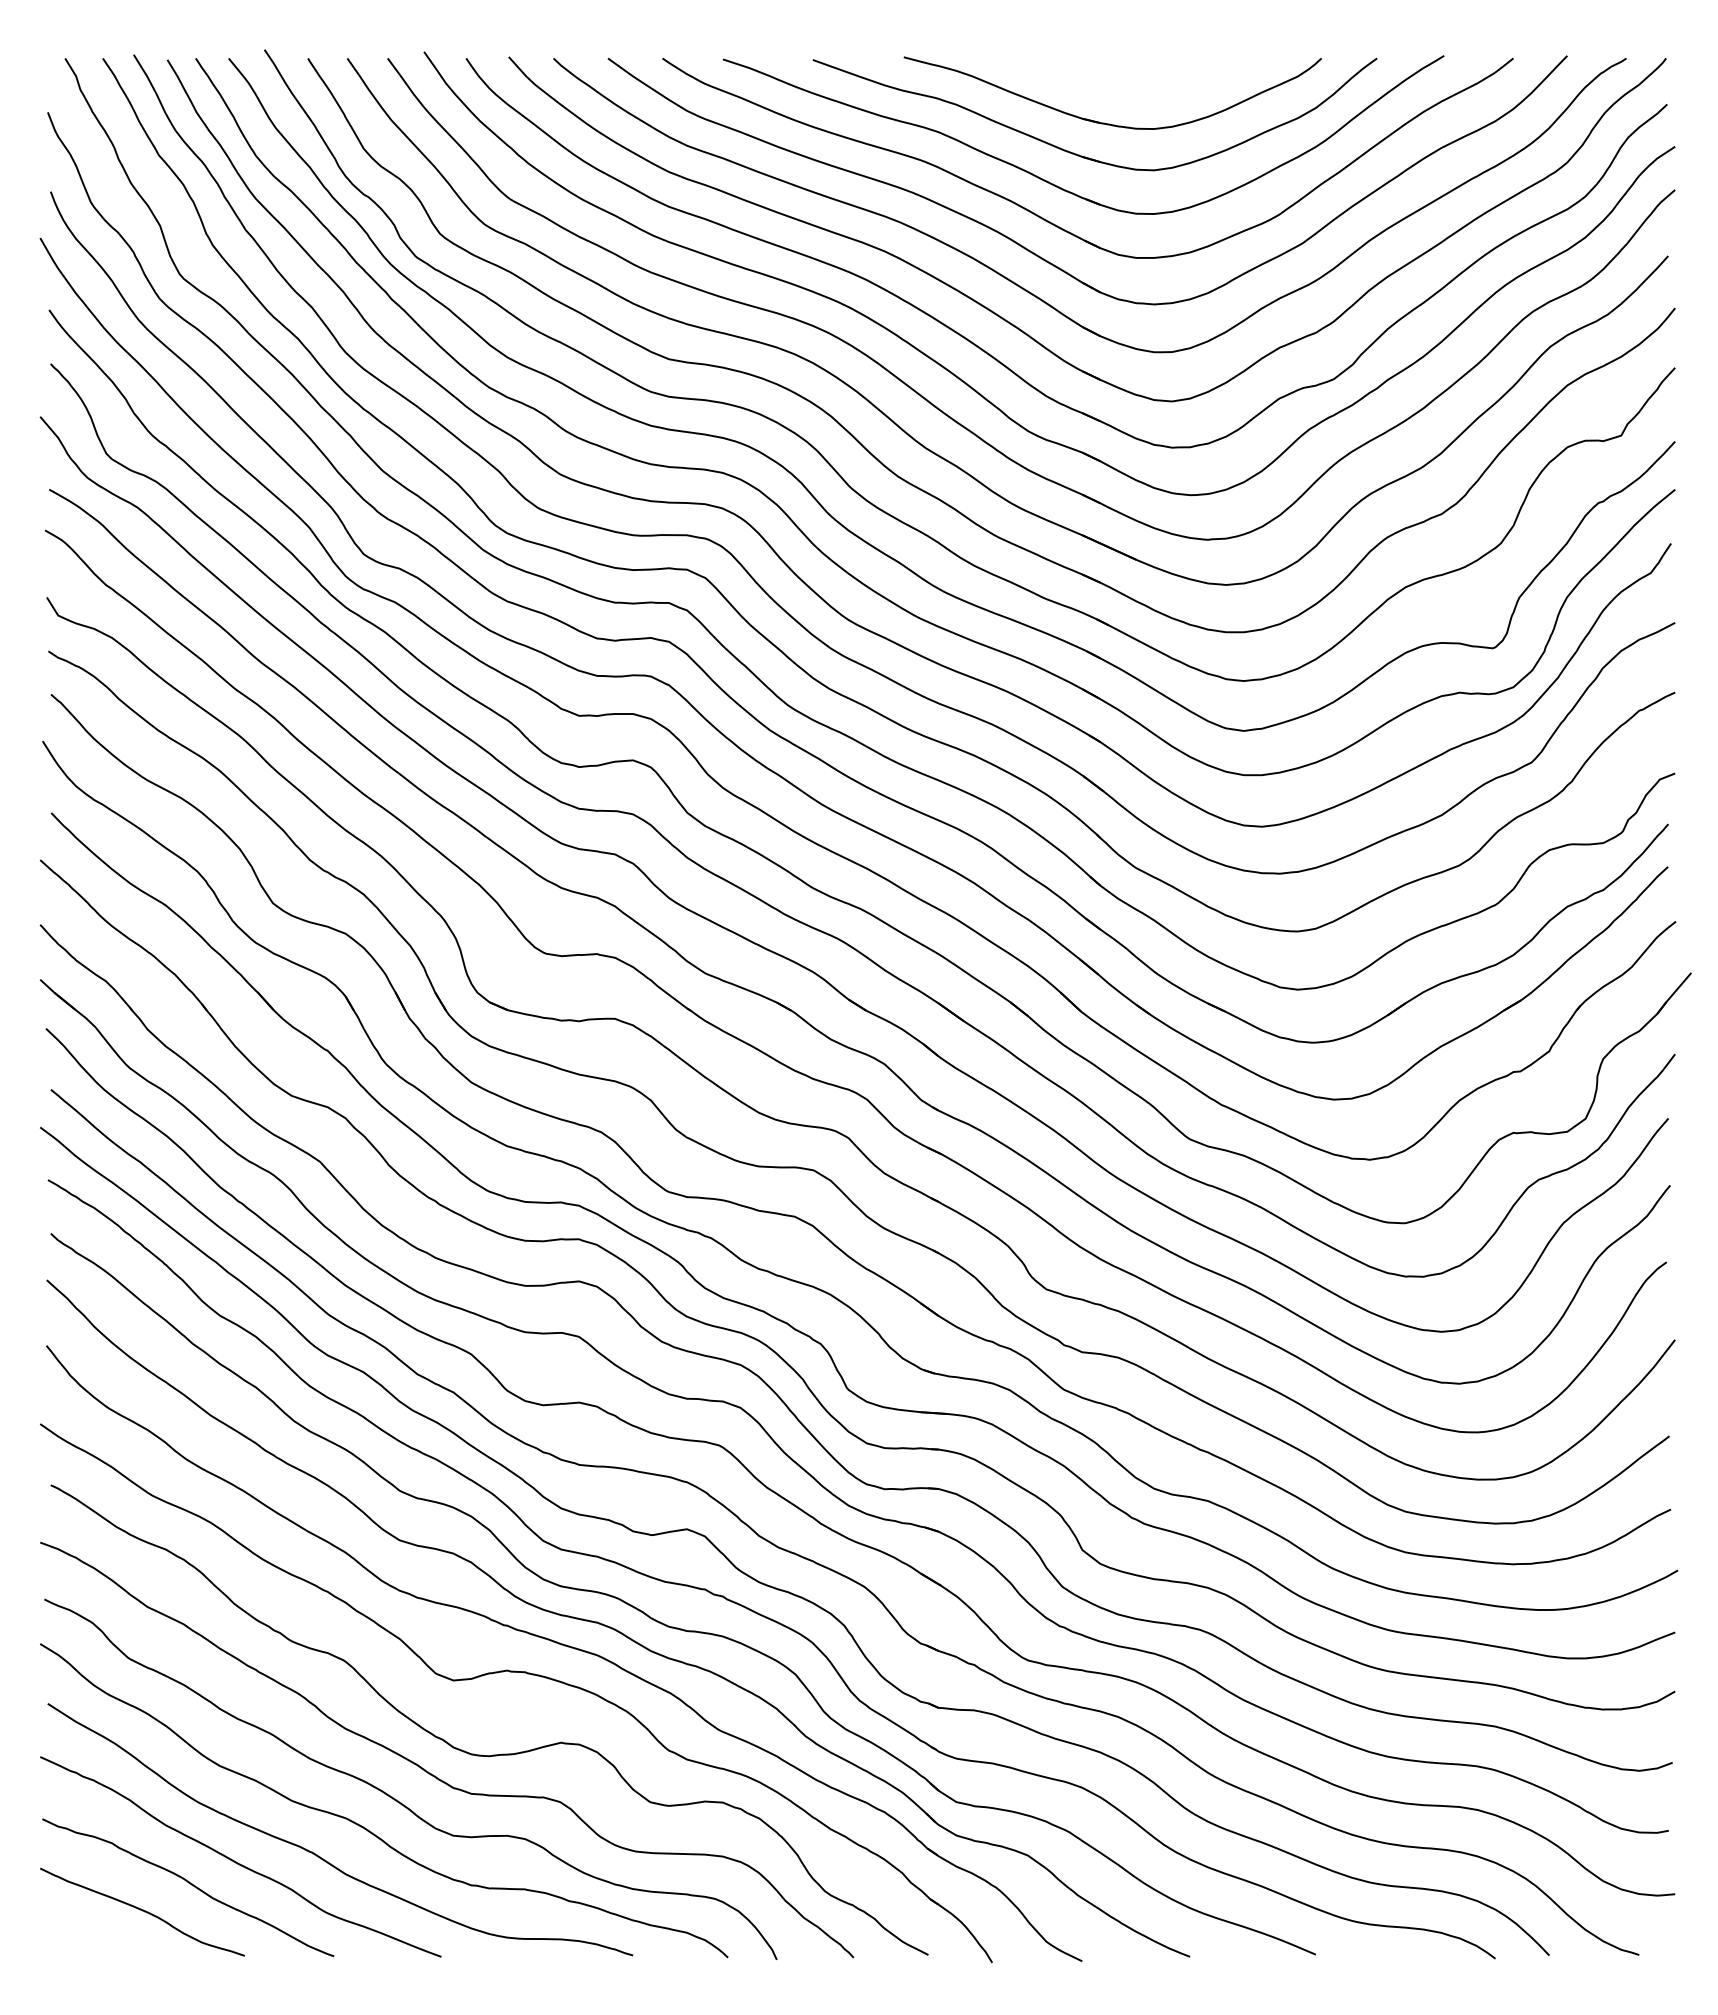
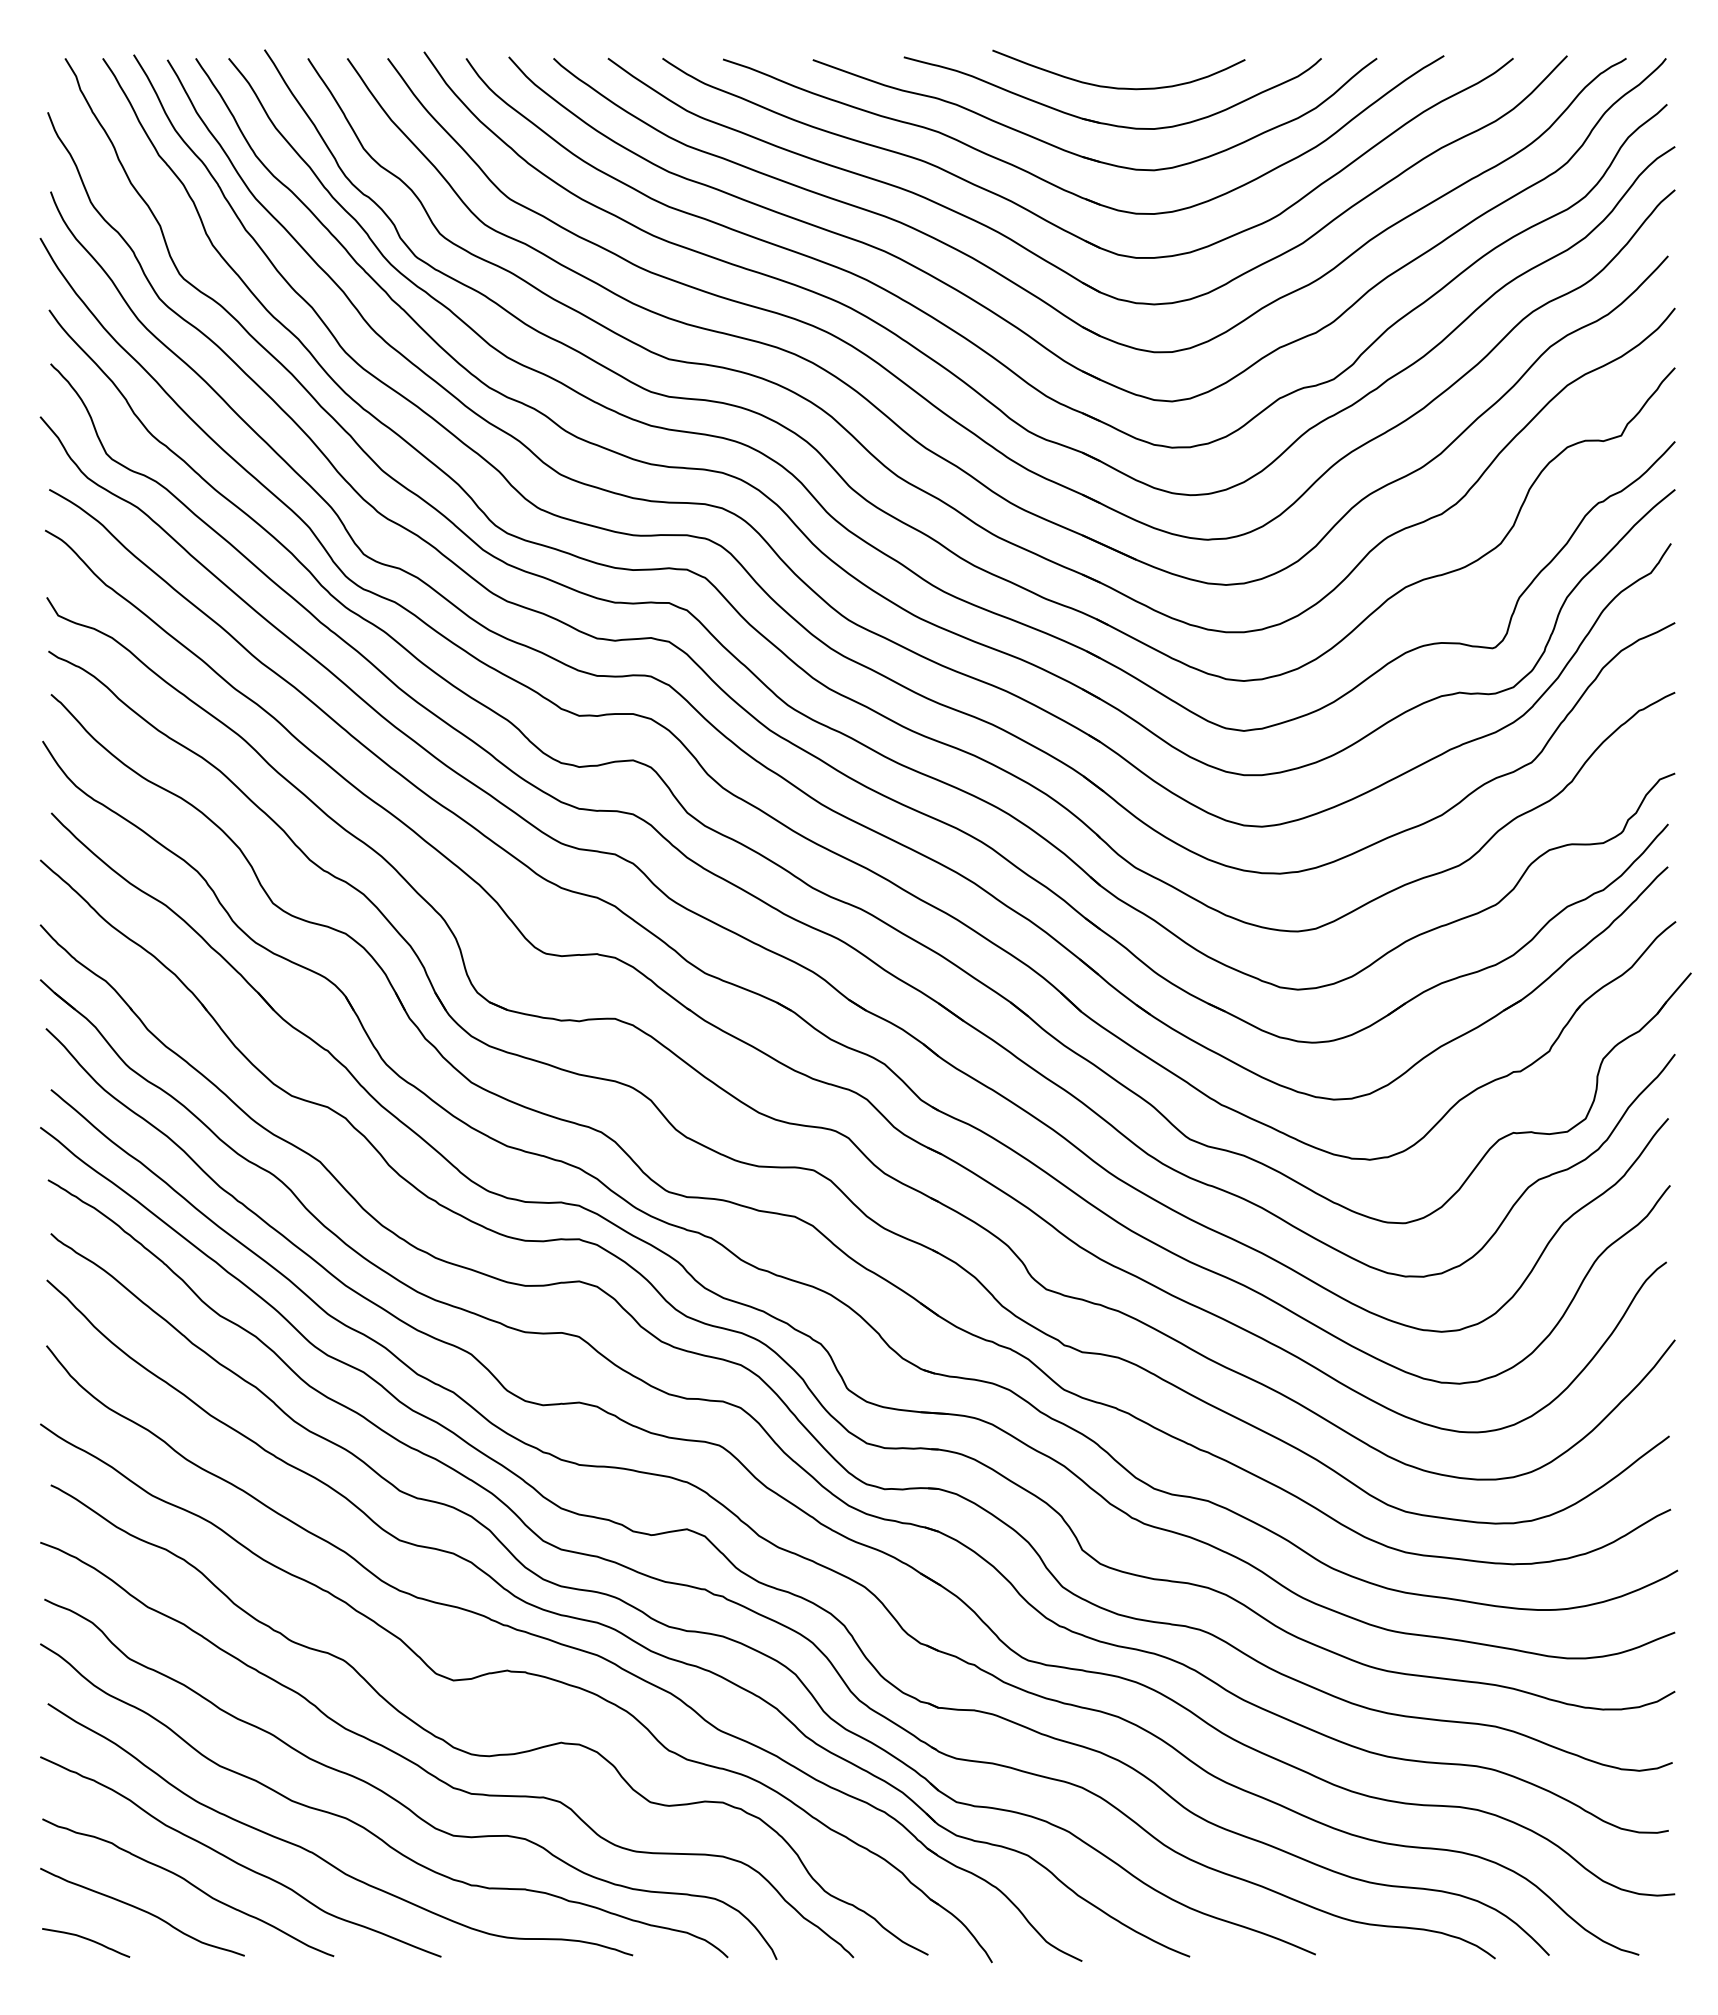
curve at (1118, 87): none -> present
curve at (88, 1940): none -> present
